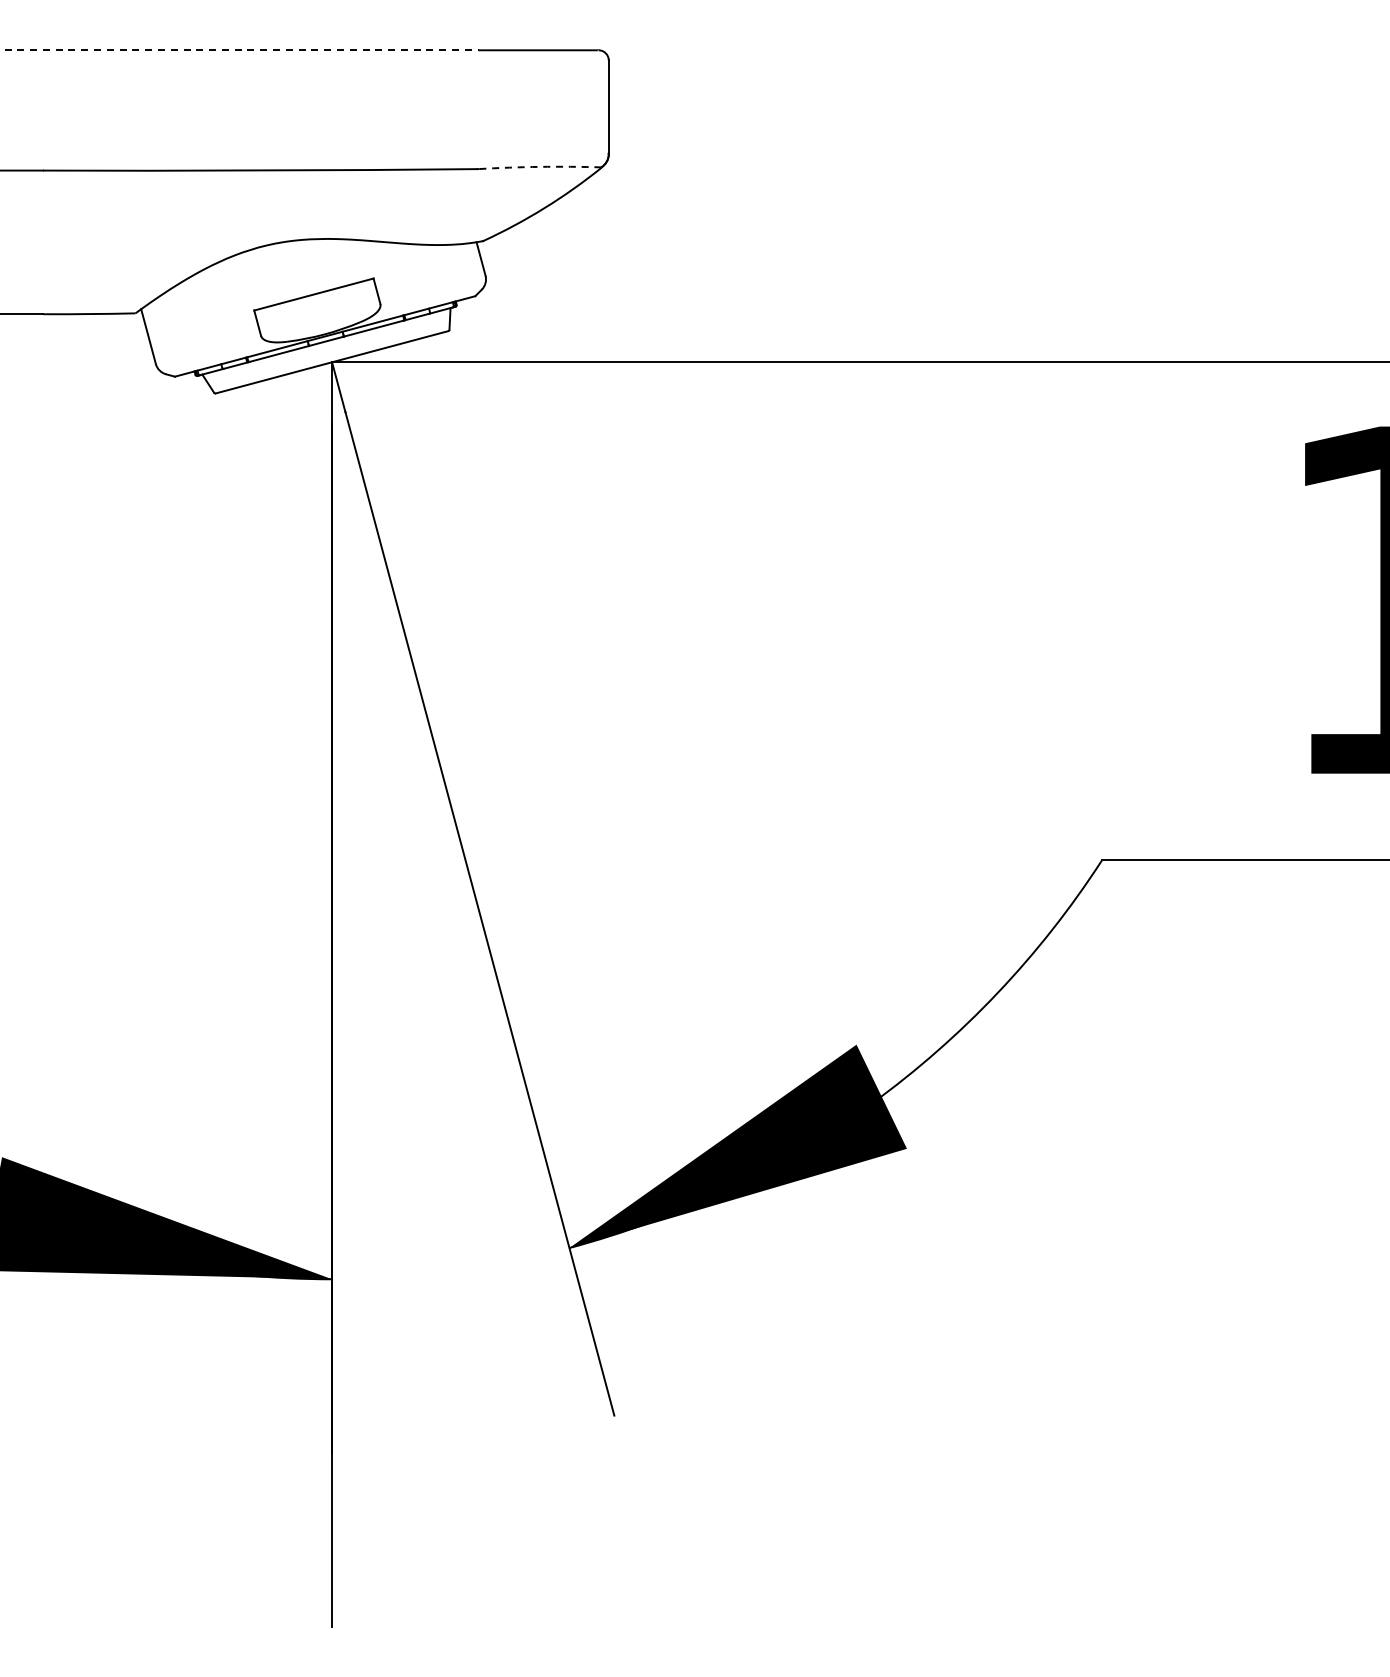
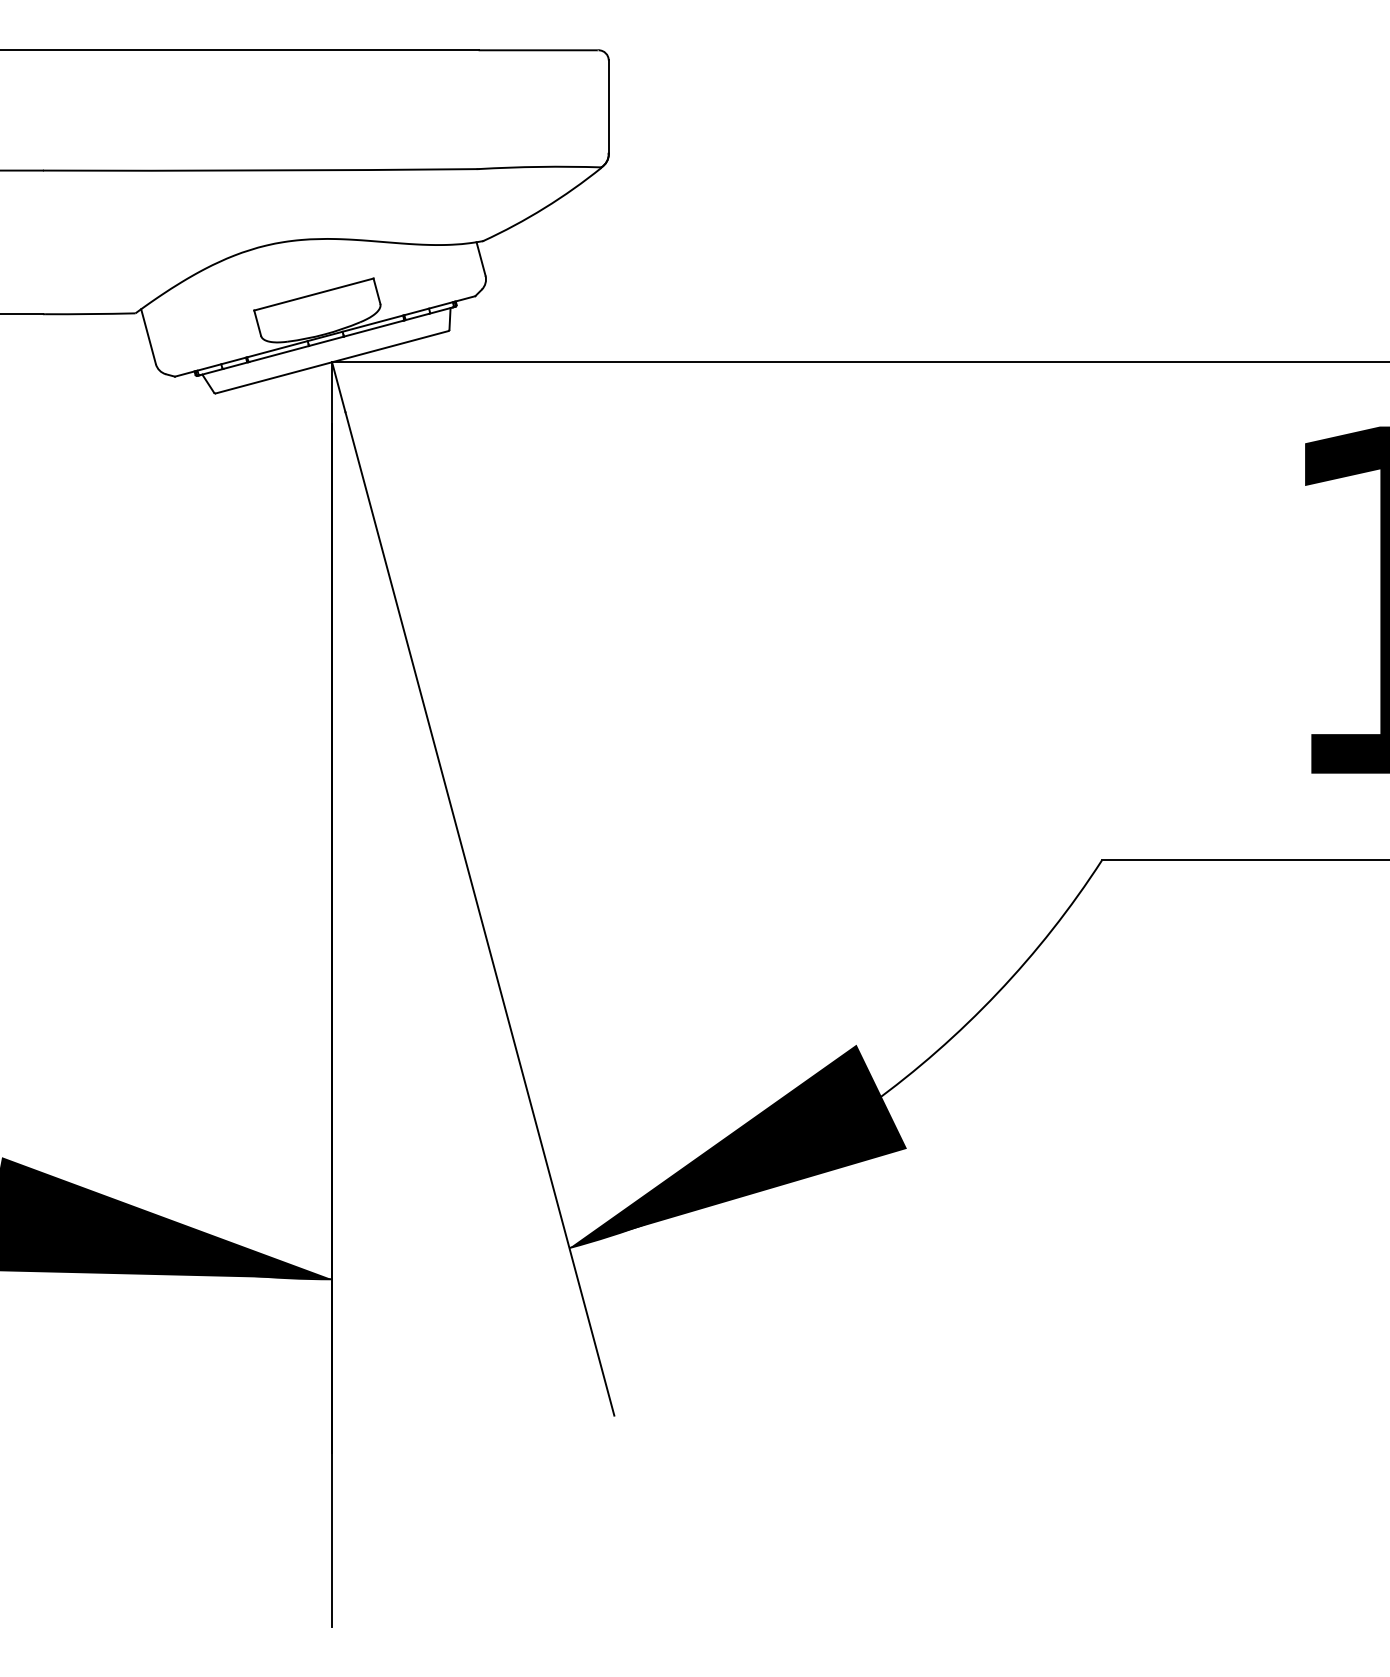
line at (239, 50): dashed -> solid
arc at (539, 166): dashed -> solid
